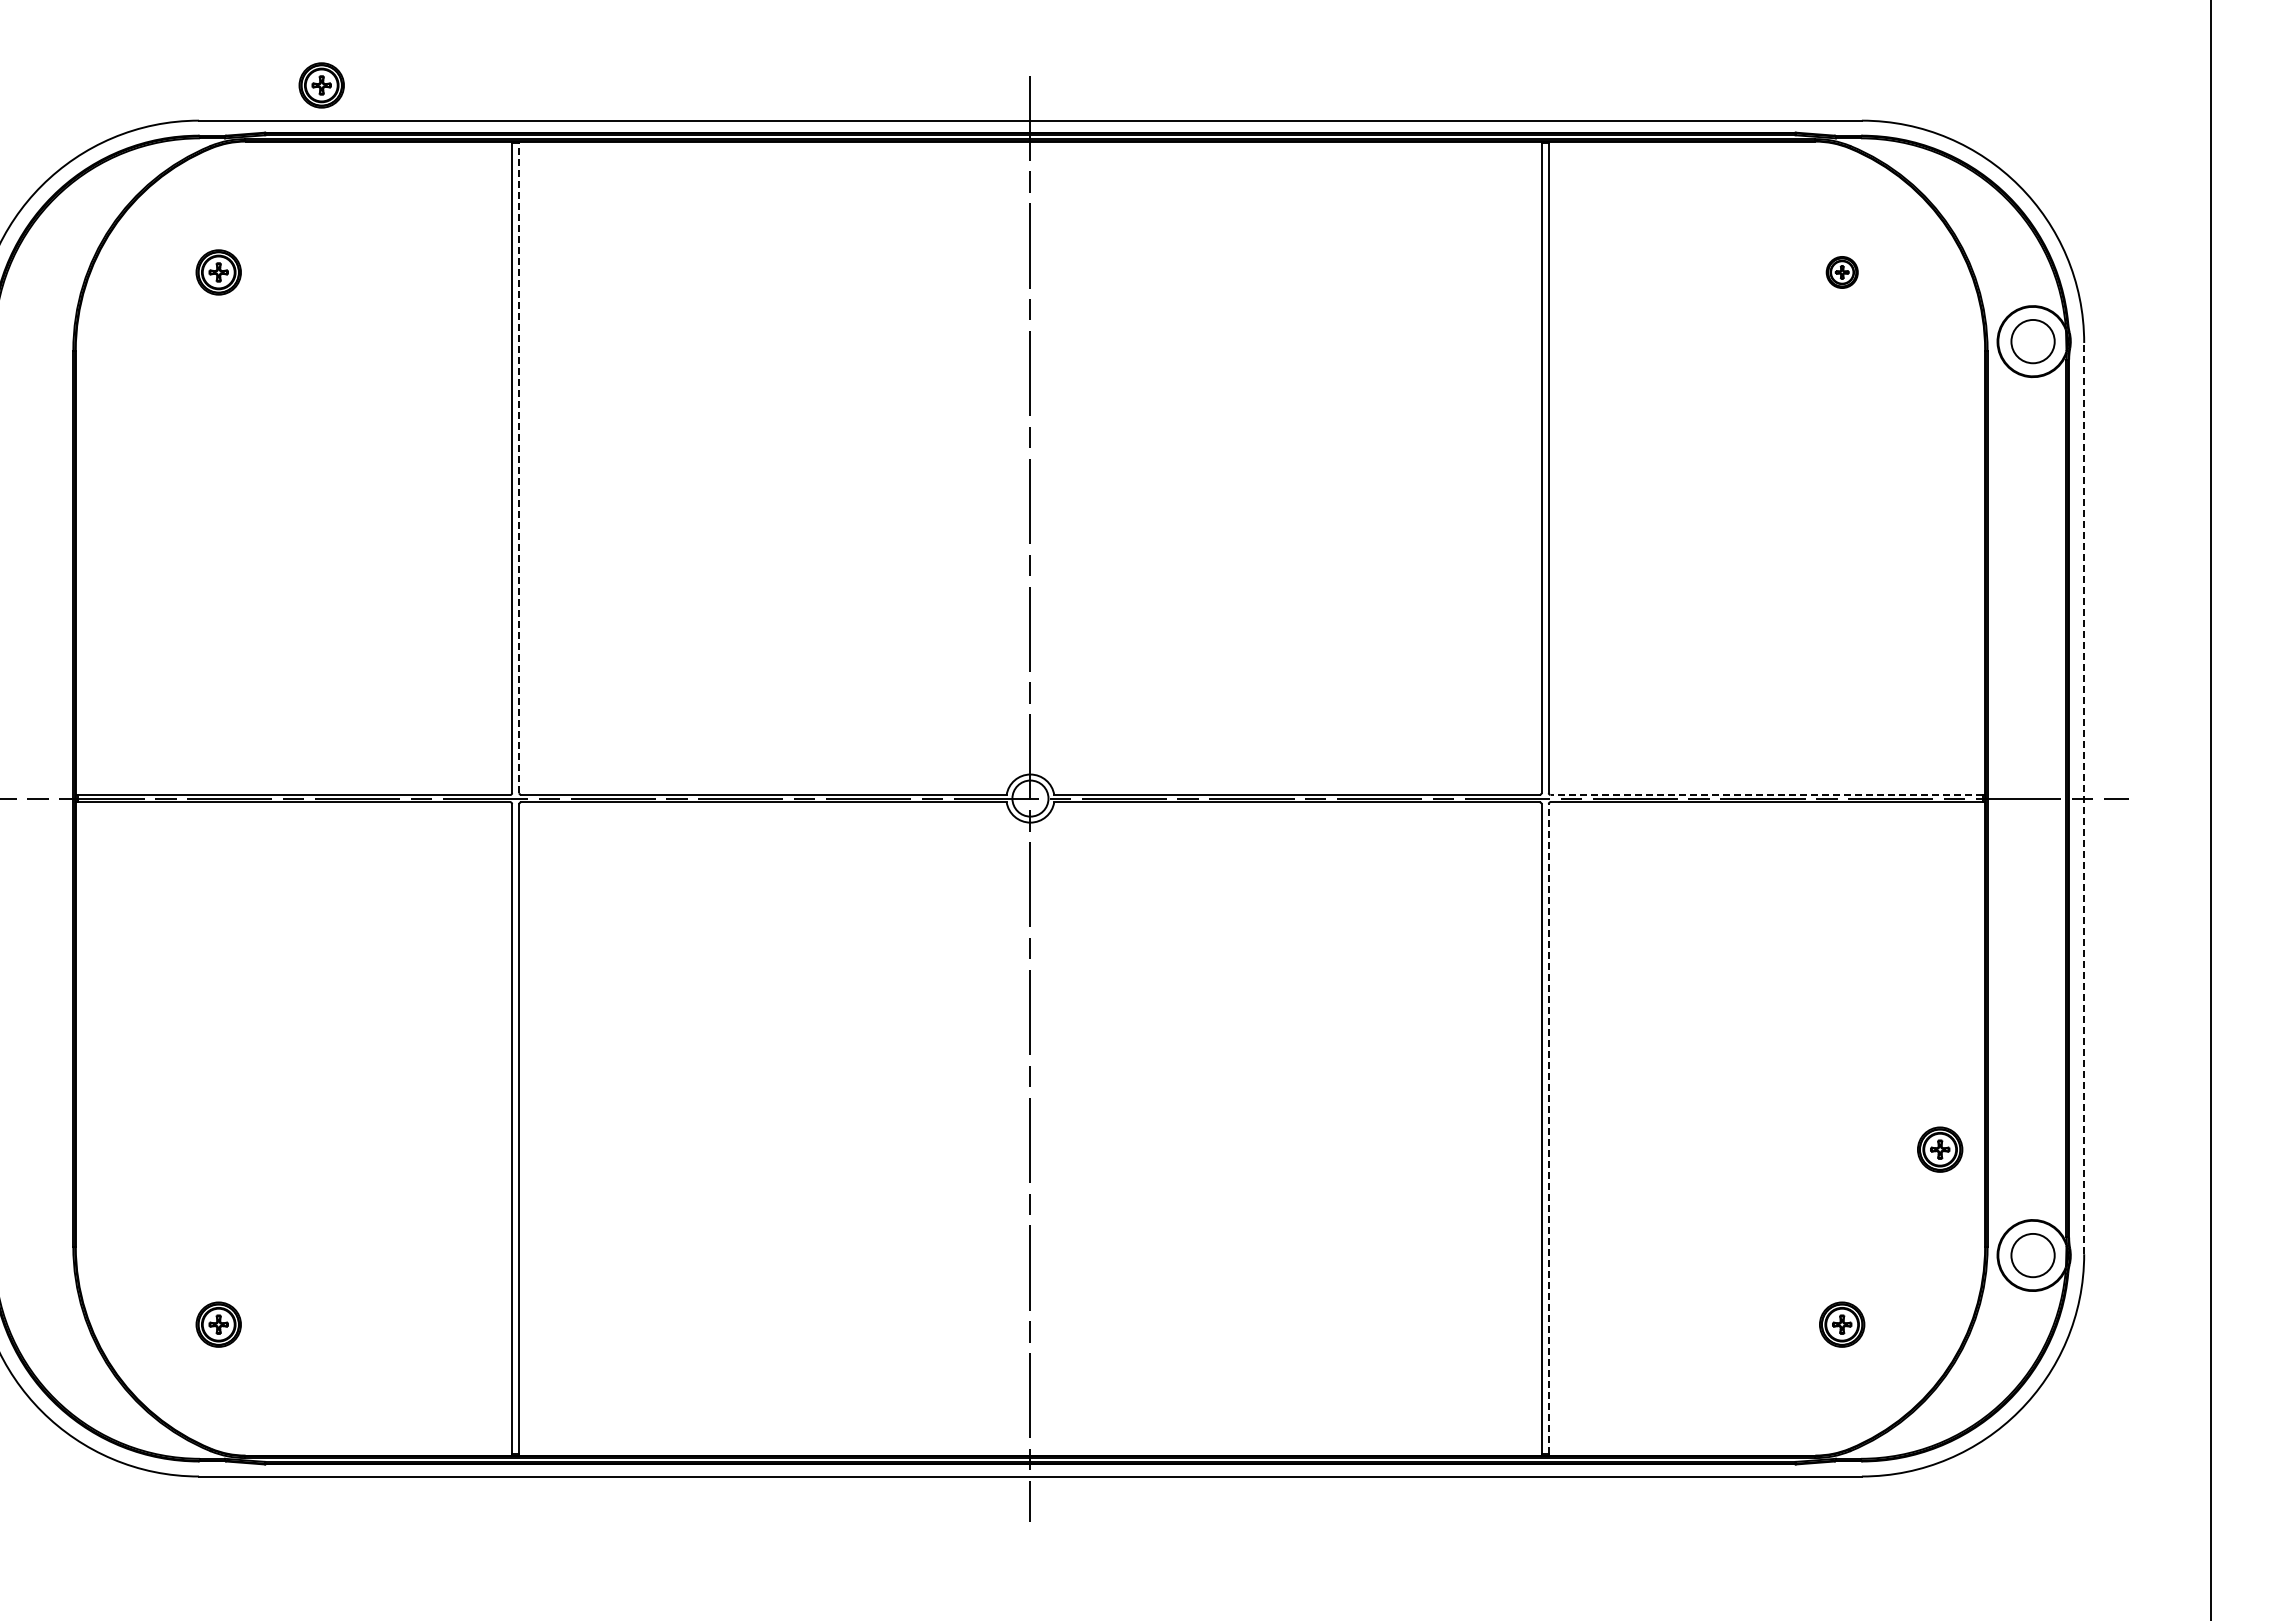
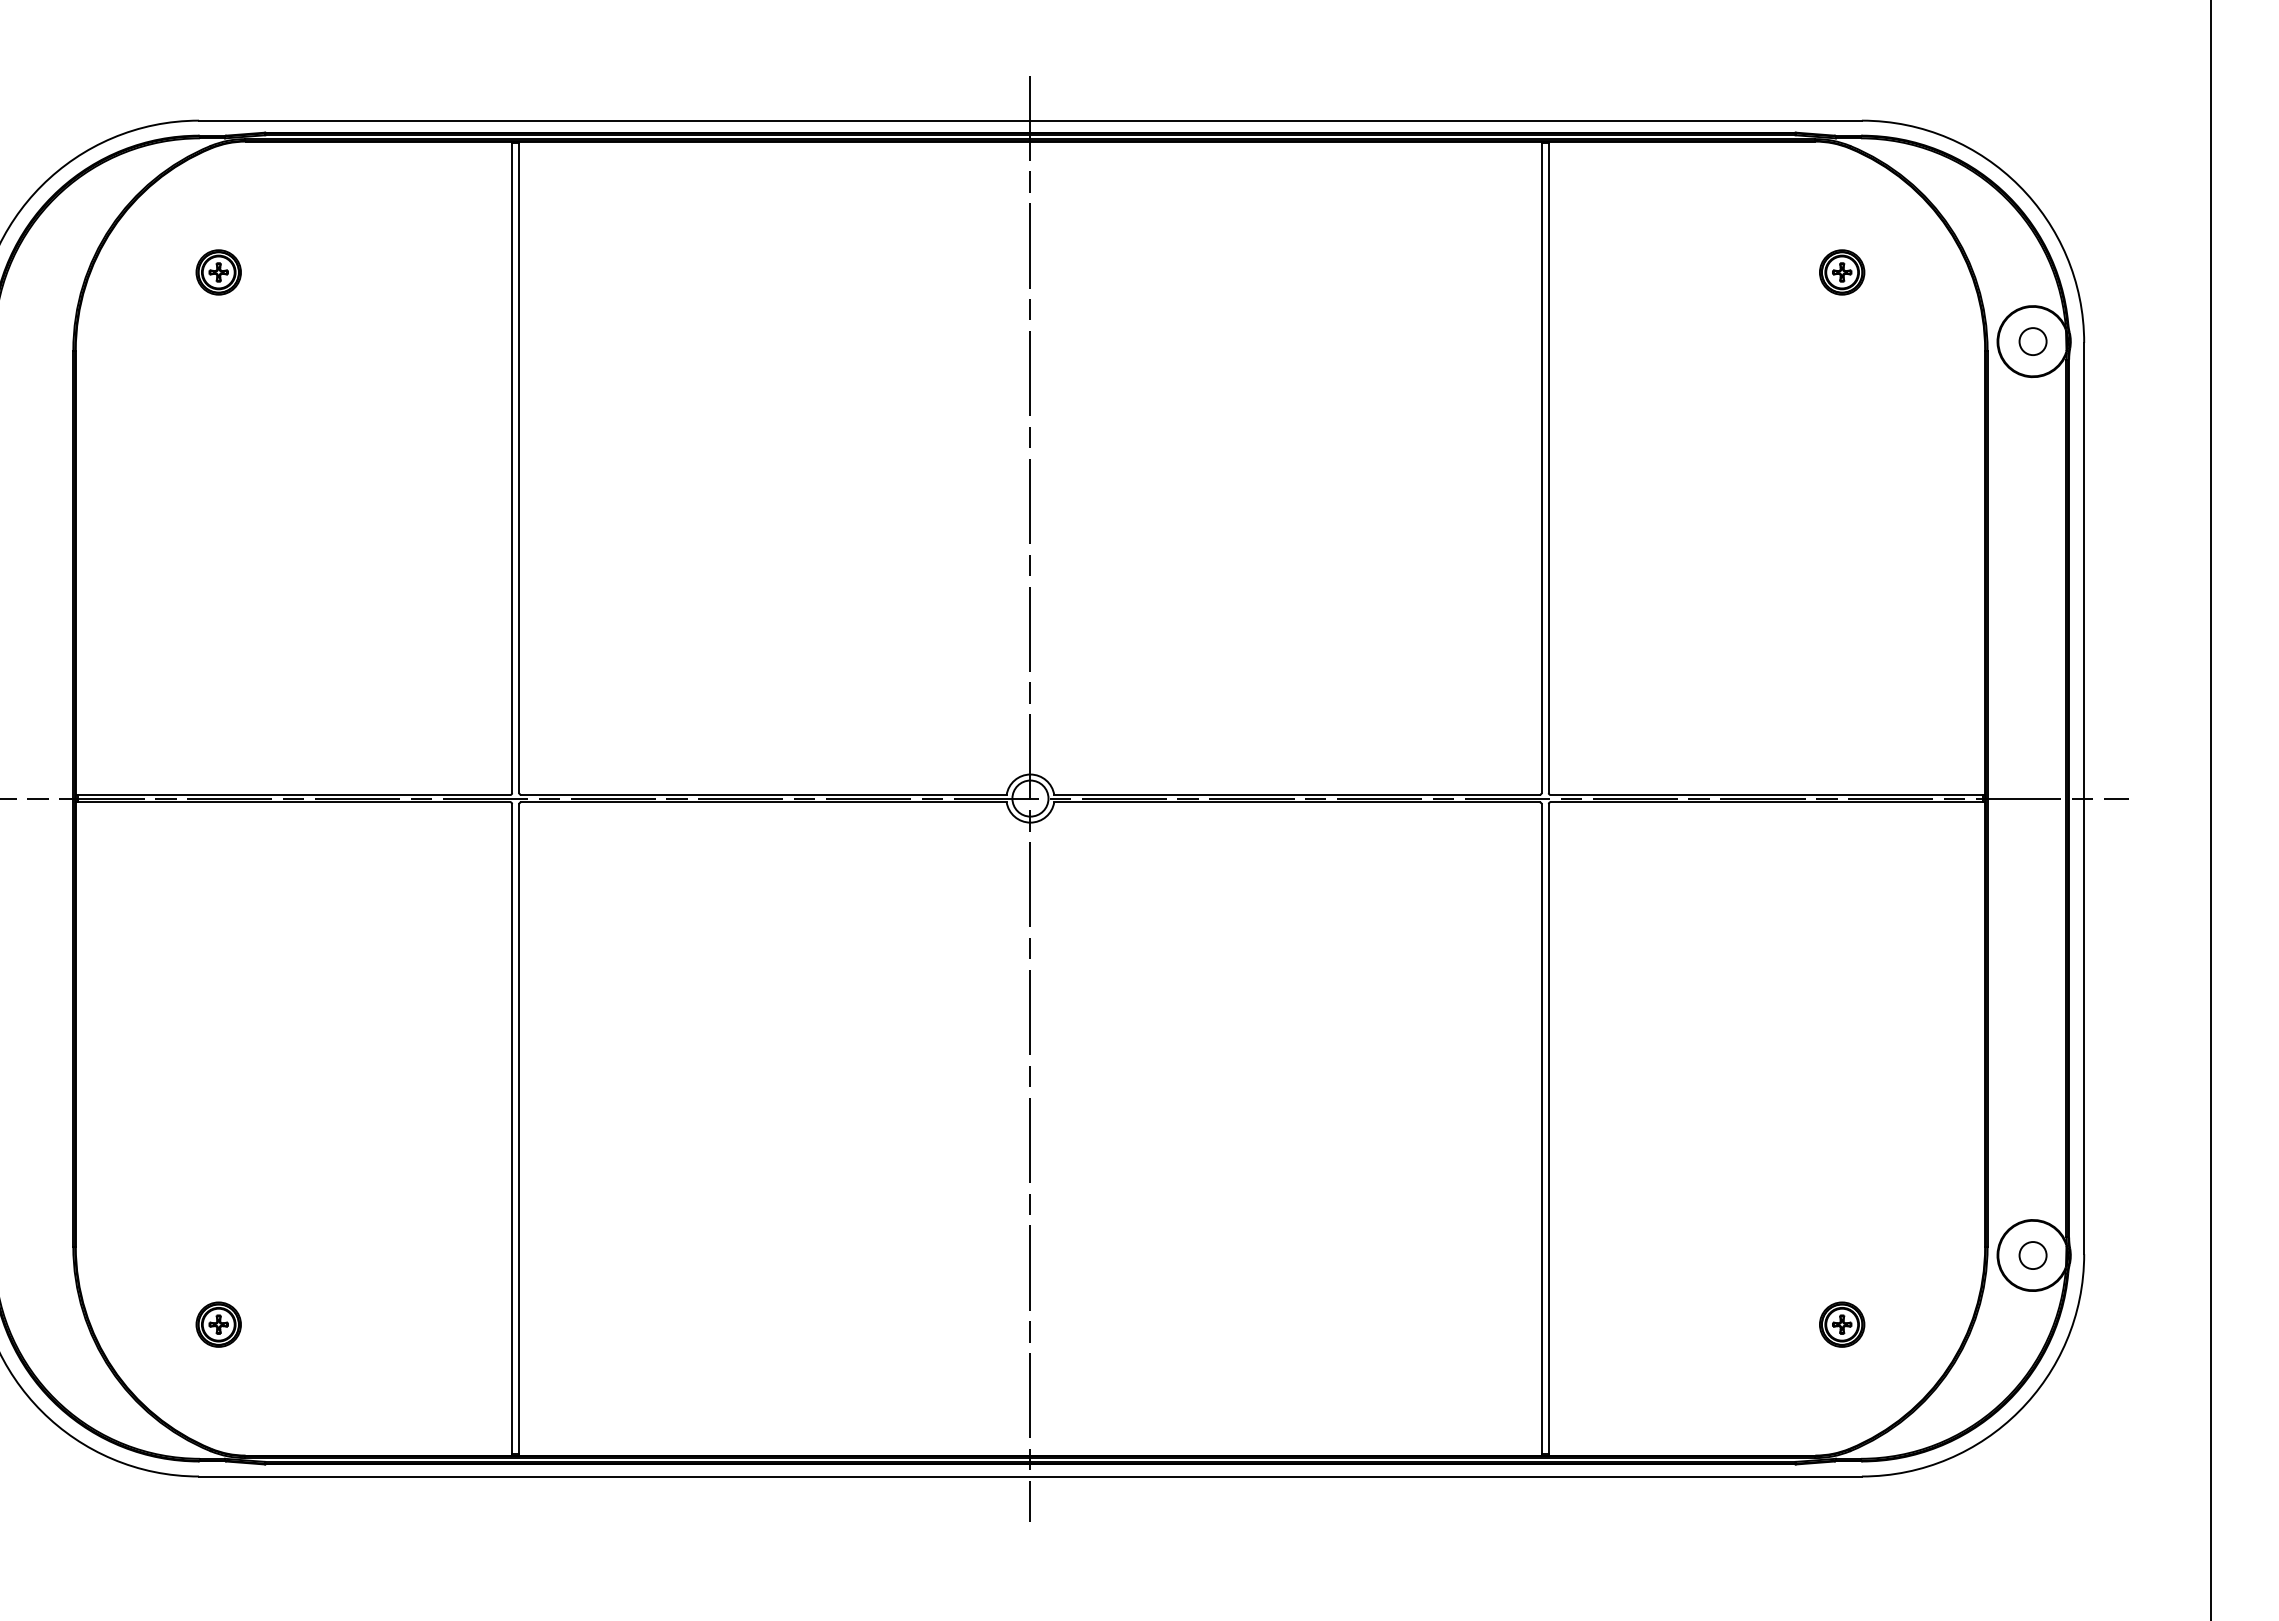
part at (321, 85): present -> none
part at (1841, 272) size: 34x33 px -> 47x47 px
circle at (2032, 341) diameter: 43 px -> 27 px
line at (519, 468): dashed -> solid
line at (1766, 794): dashed -> solid
line at (2084, 798): dashed -> solid
line at (1548, 1128): dashed -> solid
part at (1940, 1149): present -> none
circle at (2032, 1255) diameter: 43 px -> 27 px
